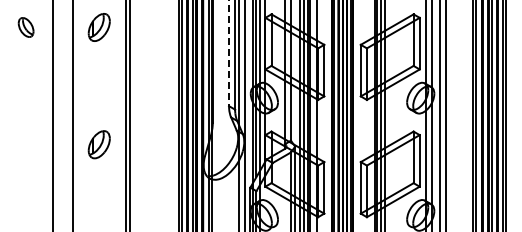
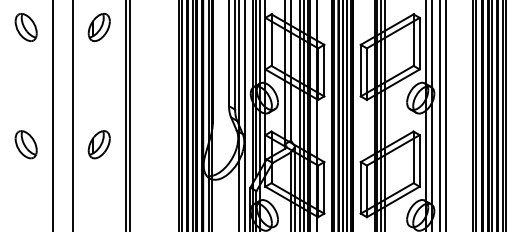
part at (25, 27) size: 18x21 px -> 24x29 px
line at (229, 53): dashed -> solid
part at (25, 144): none -> present
